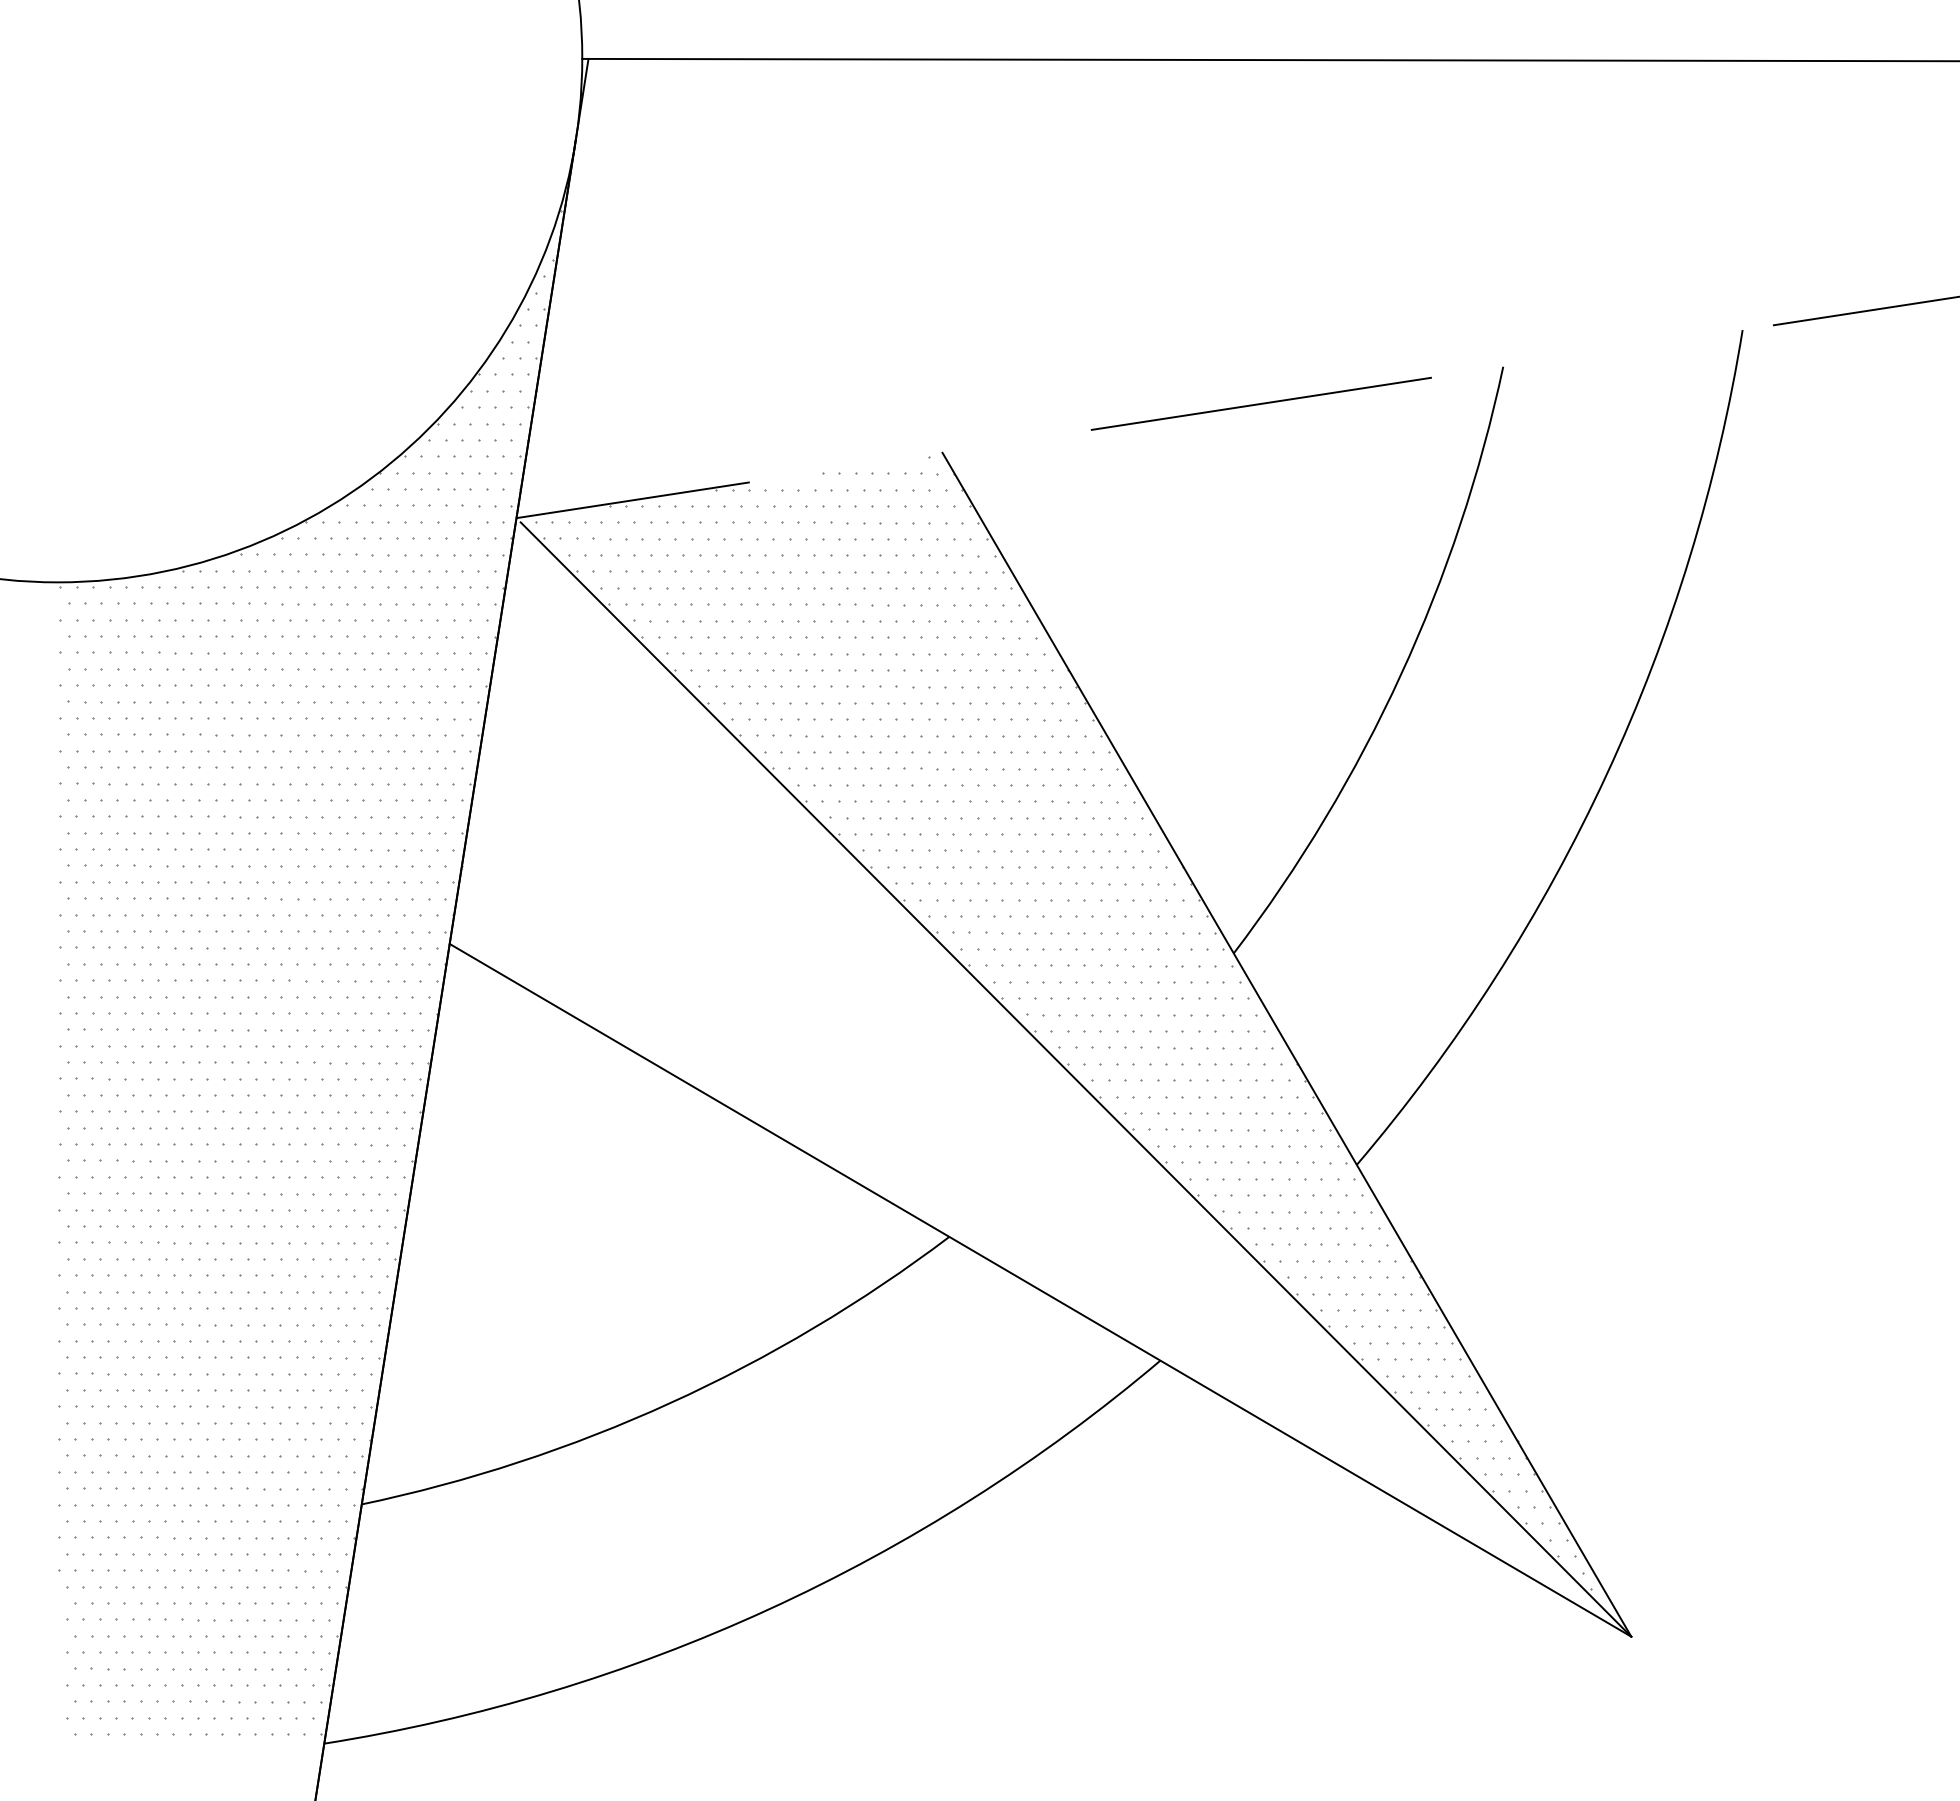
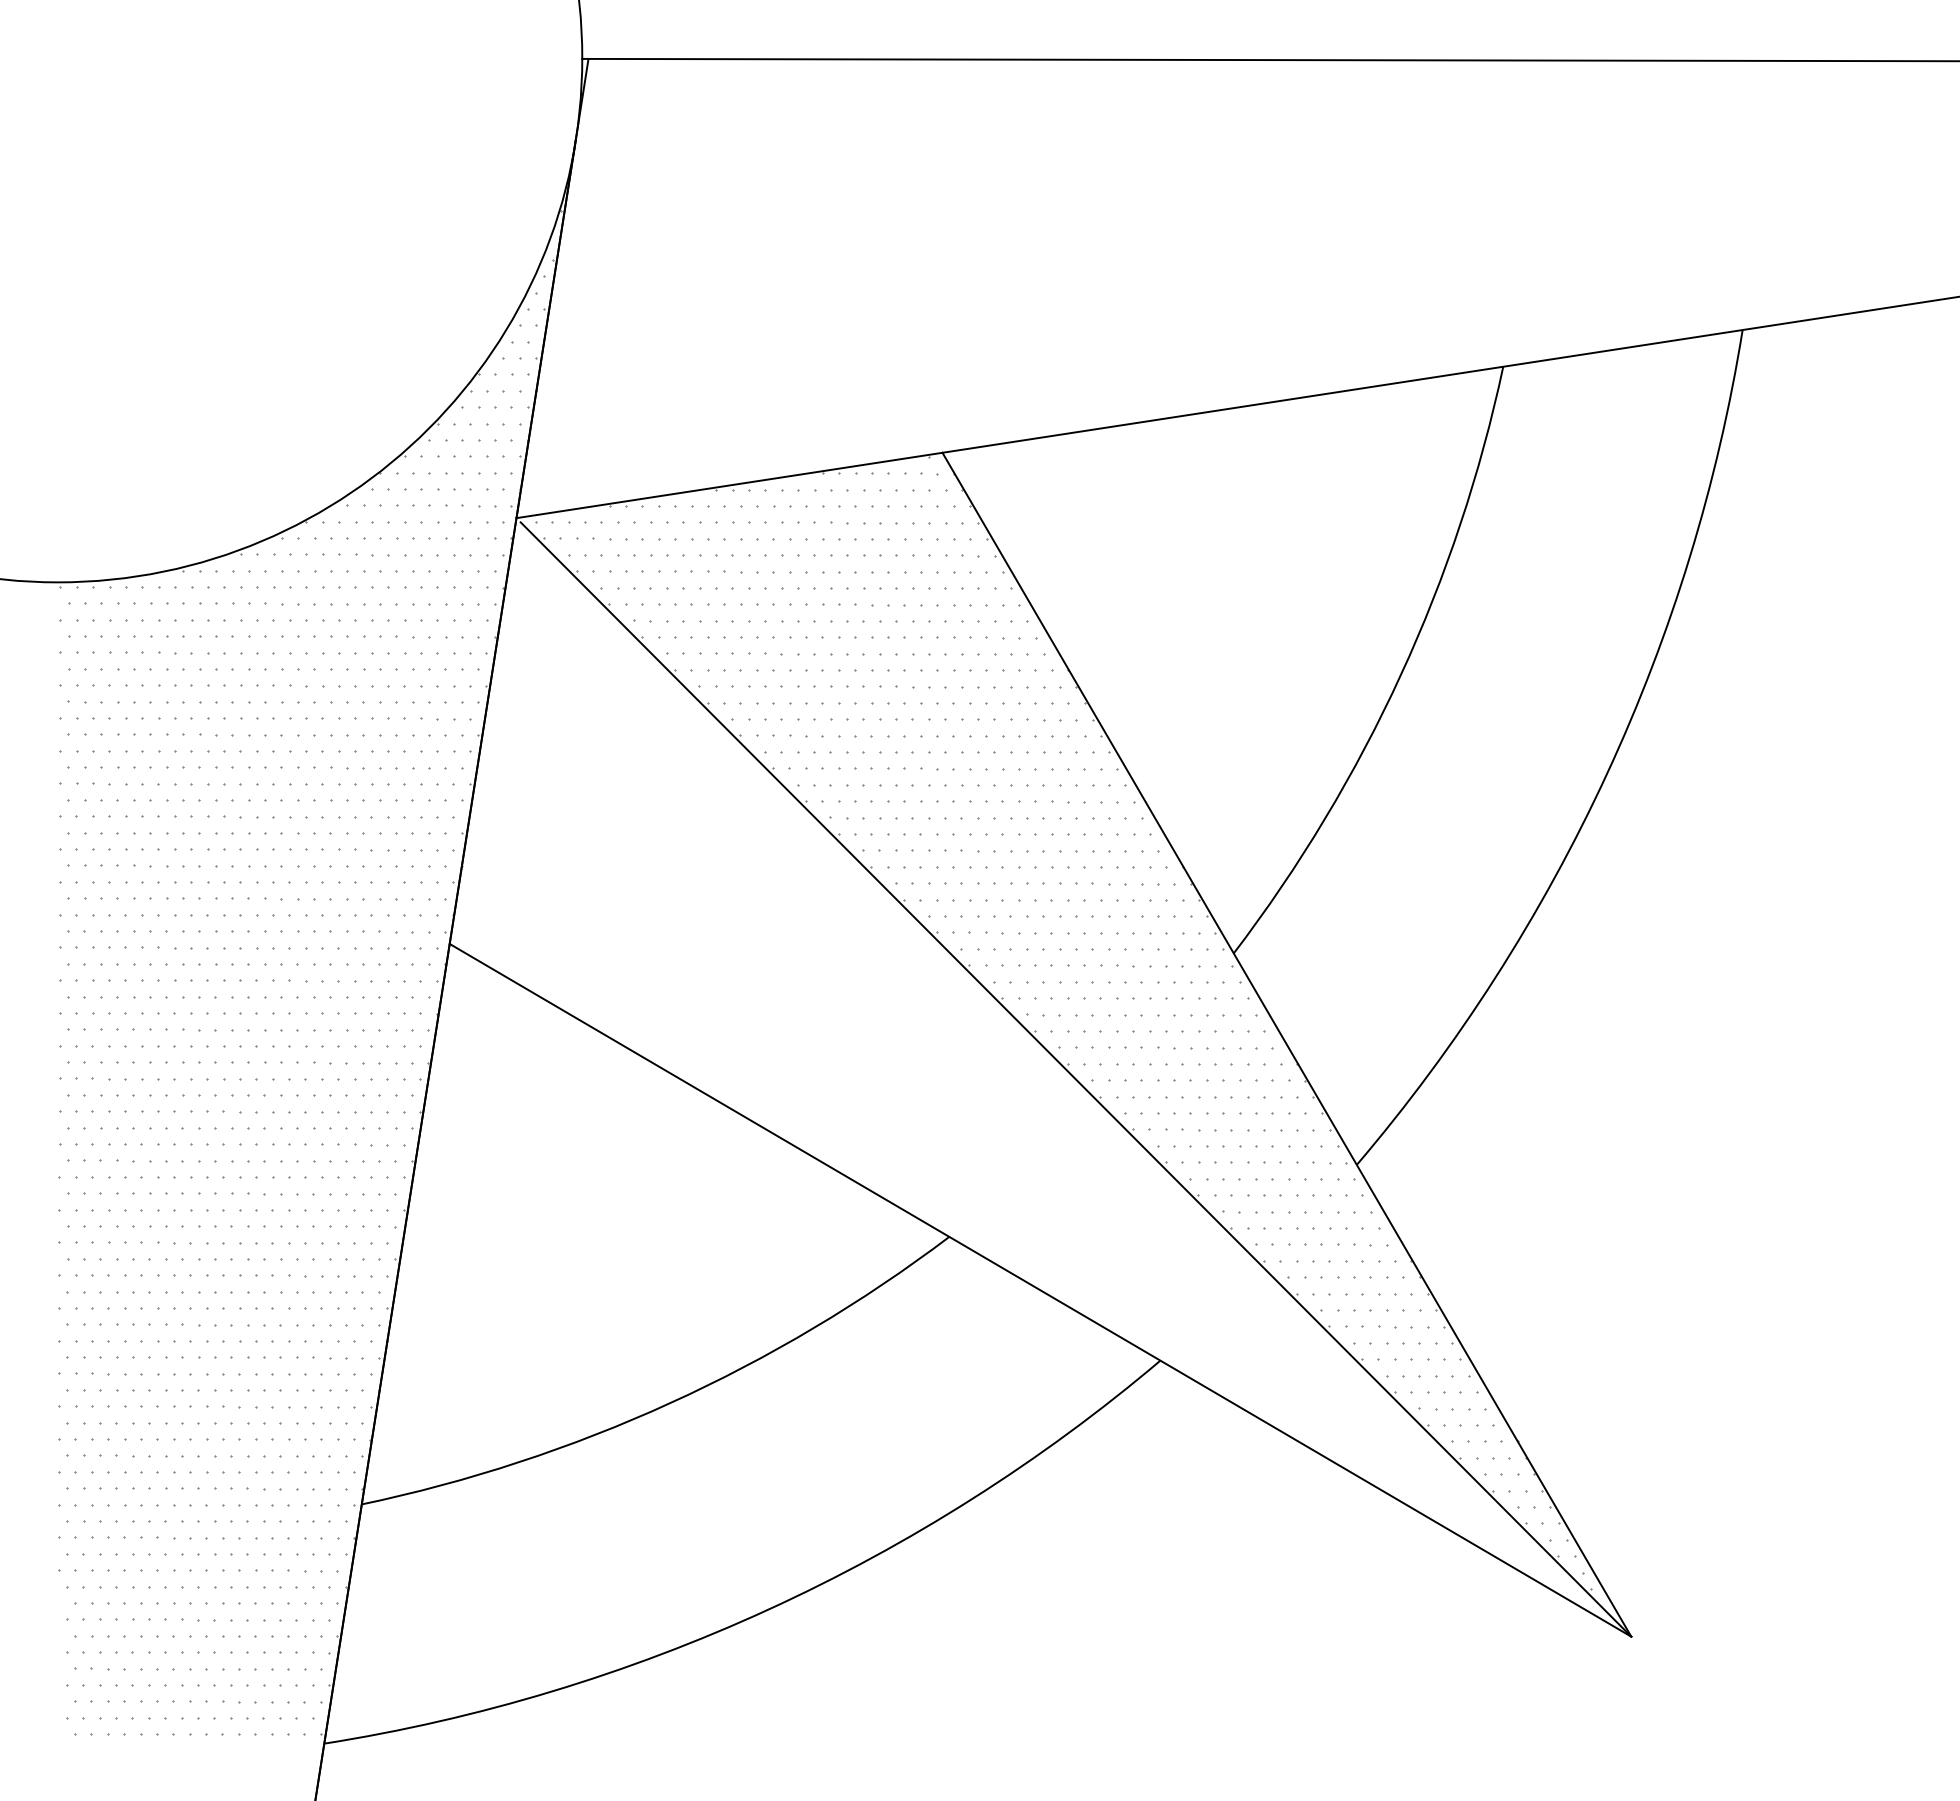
line at (1237, 407): dashed -> solid
